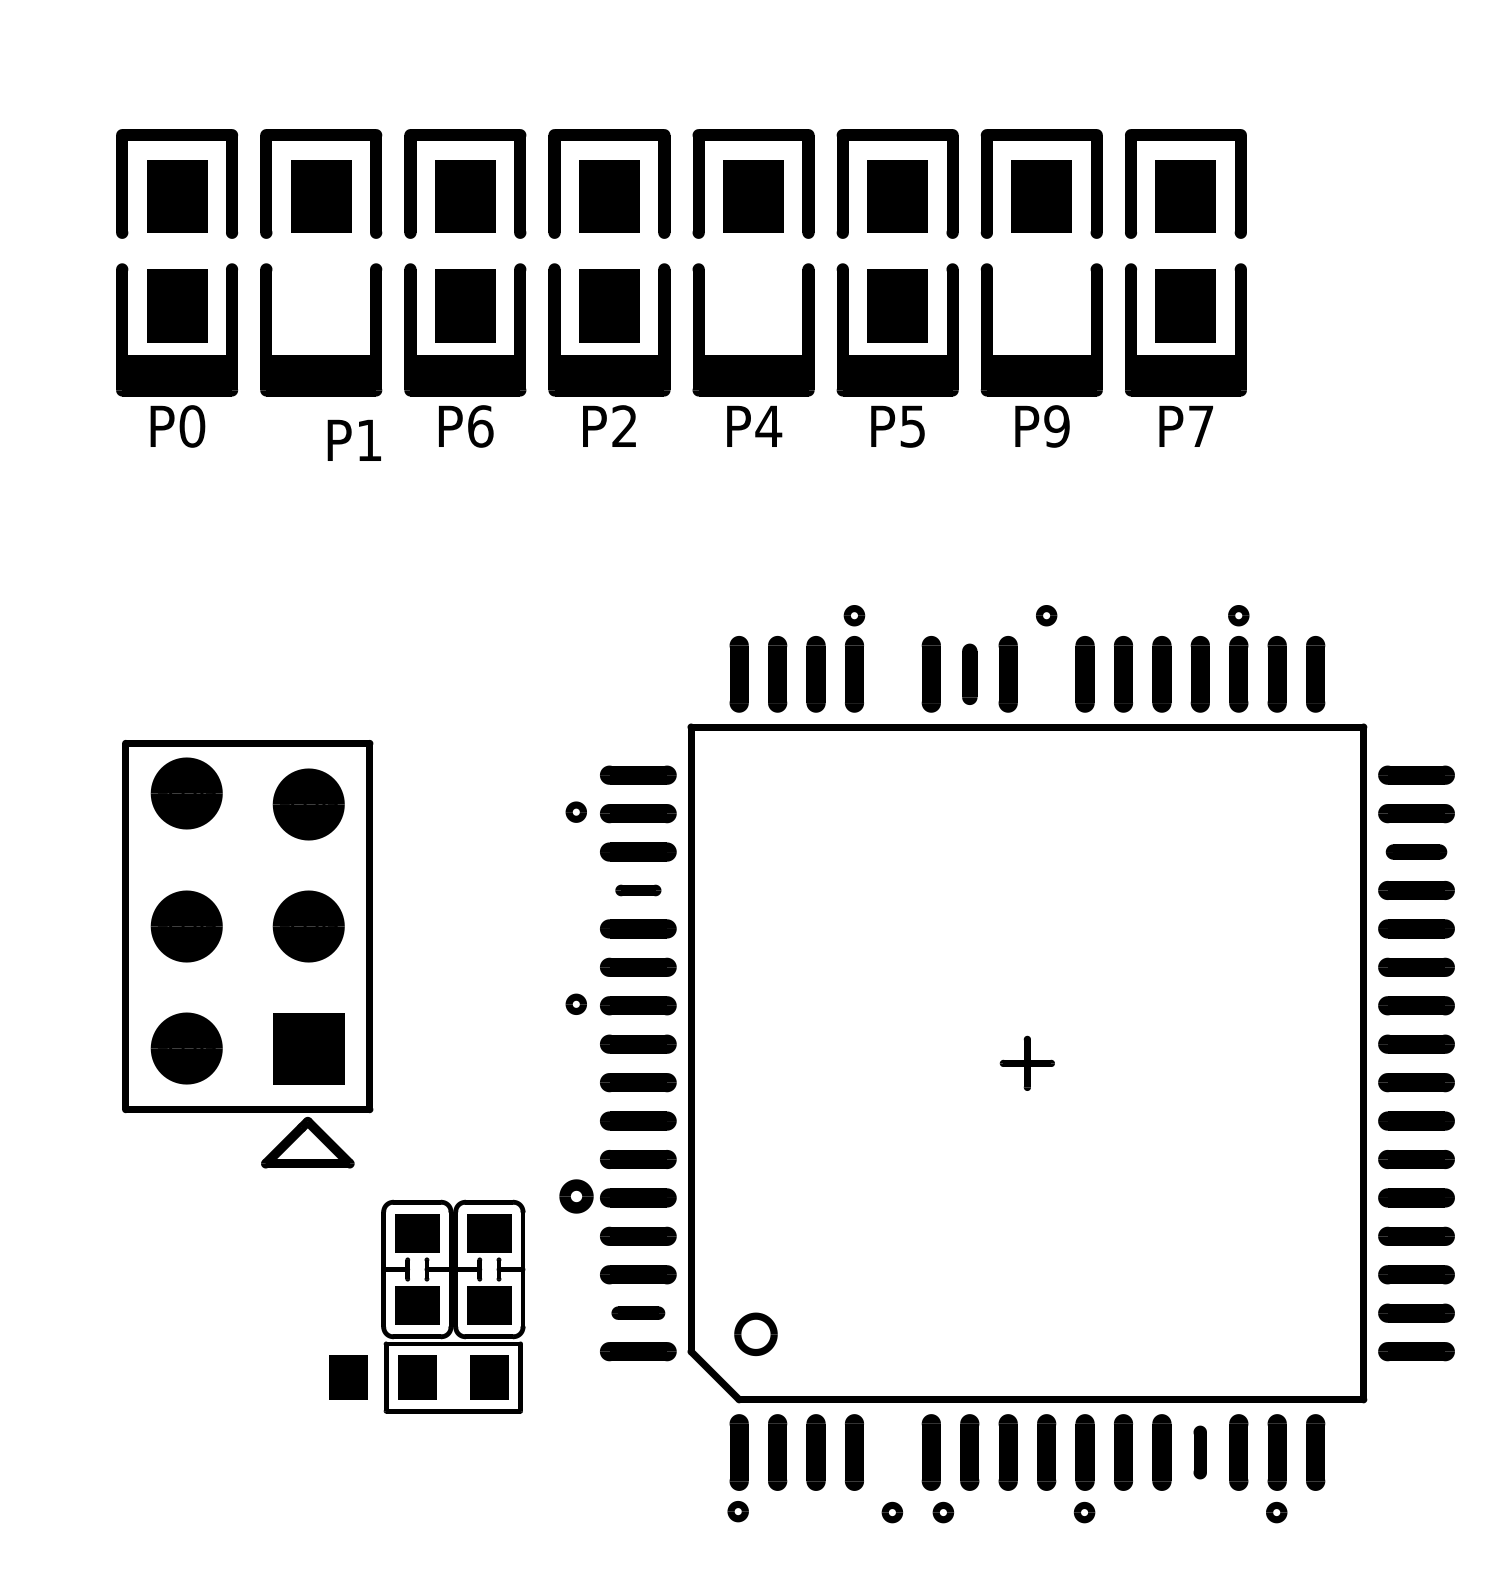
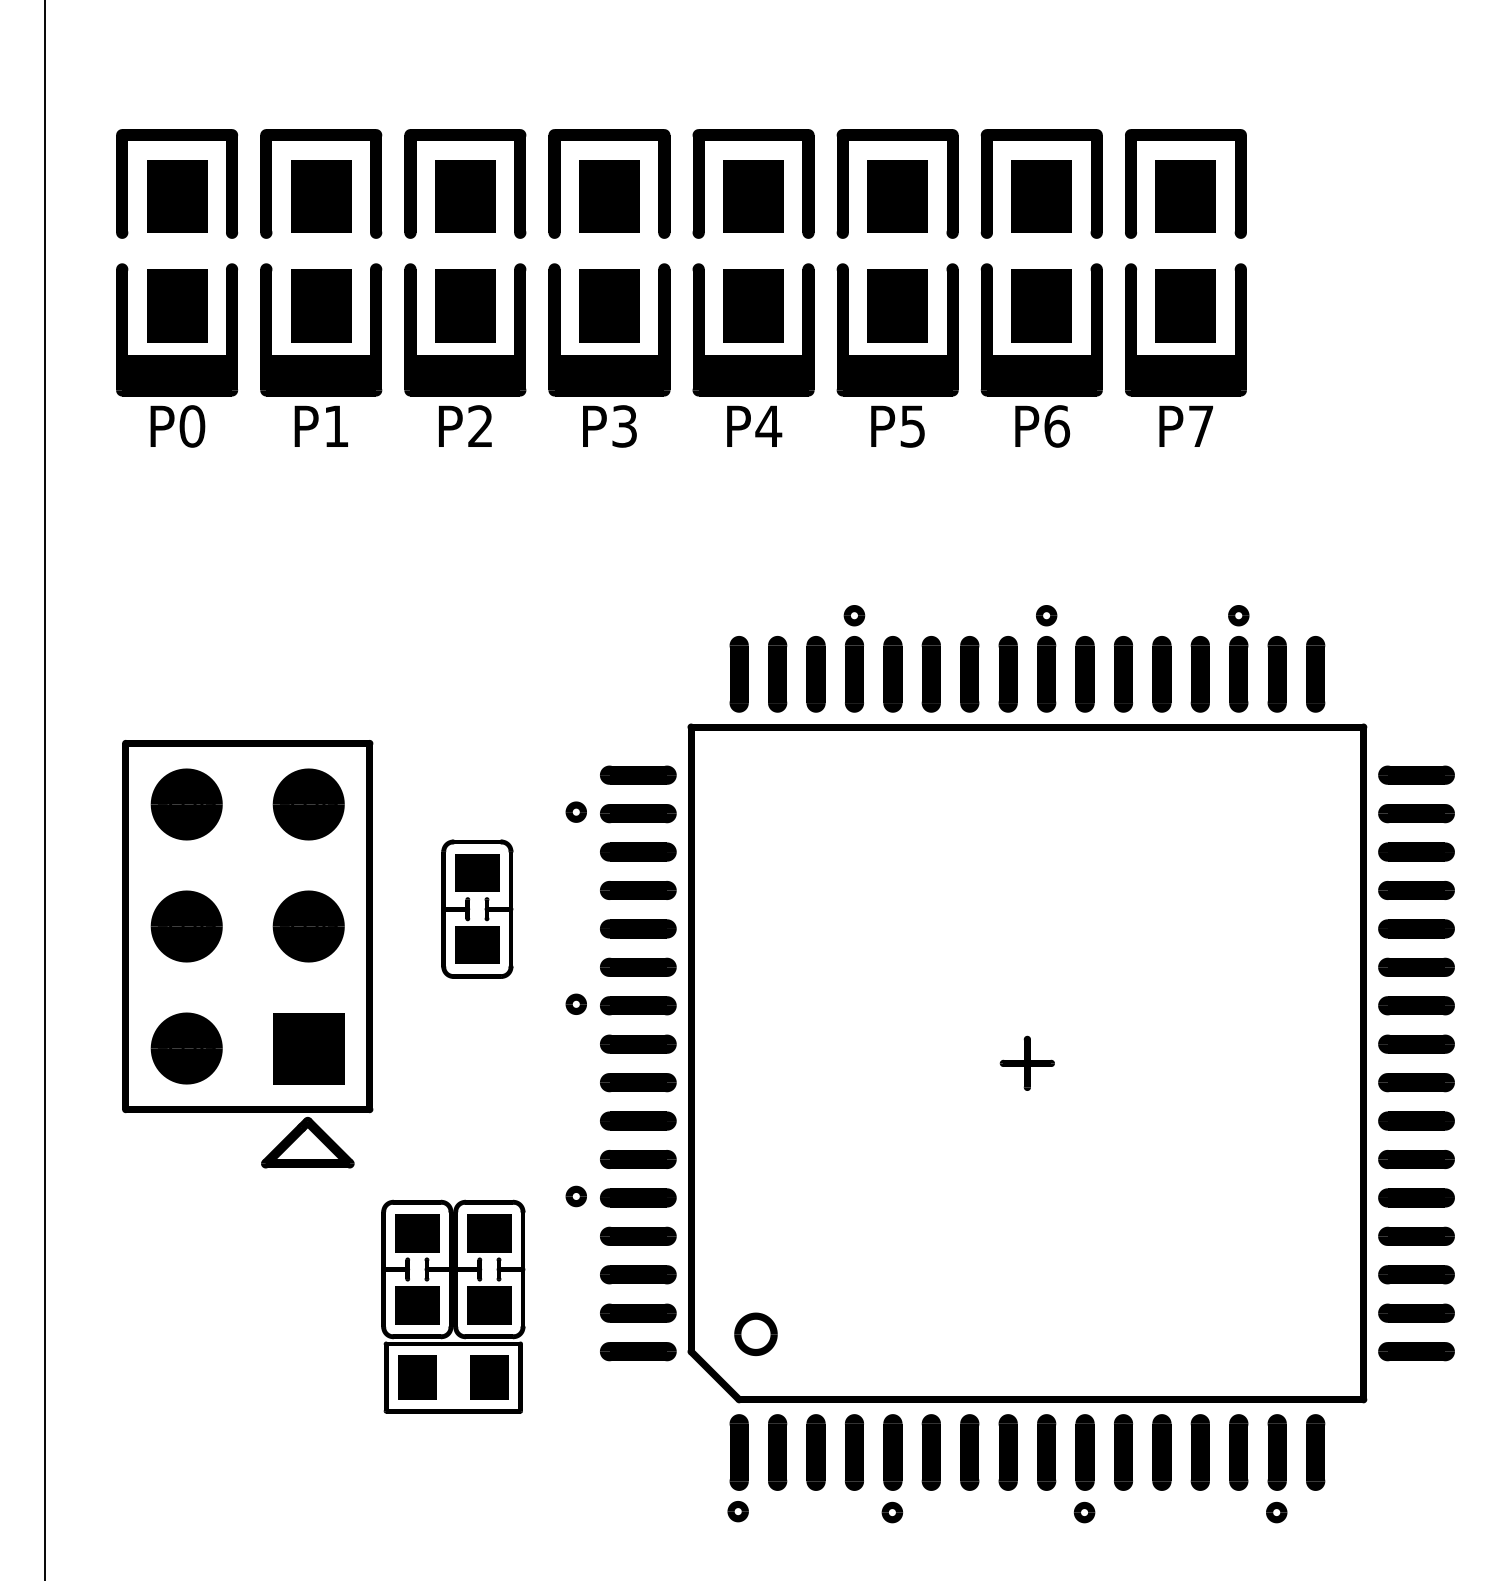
part at (321, 305): none -> present
part at (753, 305): none -> present
part at (1041, 305): none -> present
text at (480, 426): P6 -> P2
text at (624, 426): P2 -> P3
text at (1057, 426): P9 -> P6
text at (353, 439) position: (353, 439) -> (320, 425)
part at (969, 673) size: 16x62 px -> 20x77 px
part at (892, 674): none -> present
part at (1046, 674): none -> present
line at (45, 789): none -> present
text at (186, 793) position: (186, 793) -> (186, 804)
part at (1416, 851) size: 63x16 px -> 77x20 px
part at (638, 890) size: 47x13 px -> 77x19 px
part at (477, 908): none -> present
part at (576, 1196) size: 35x35 px -> 22x23 px
part at (638, 1312) size: 55x14 px -> 77x20 px
part at (348, 1377): present -> none
part at (892, 1452): none -> present
part at (1199, 1452) size: 14x55 px -> 20x77 px
part at (943, 1512): present -> none
